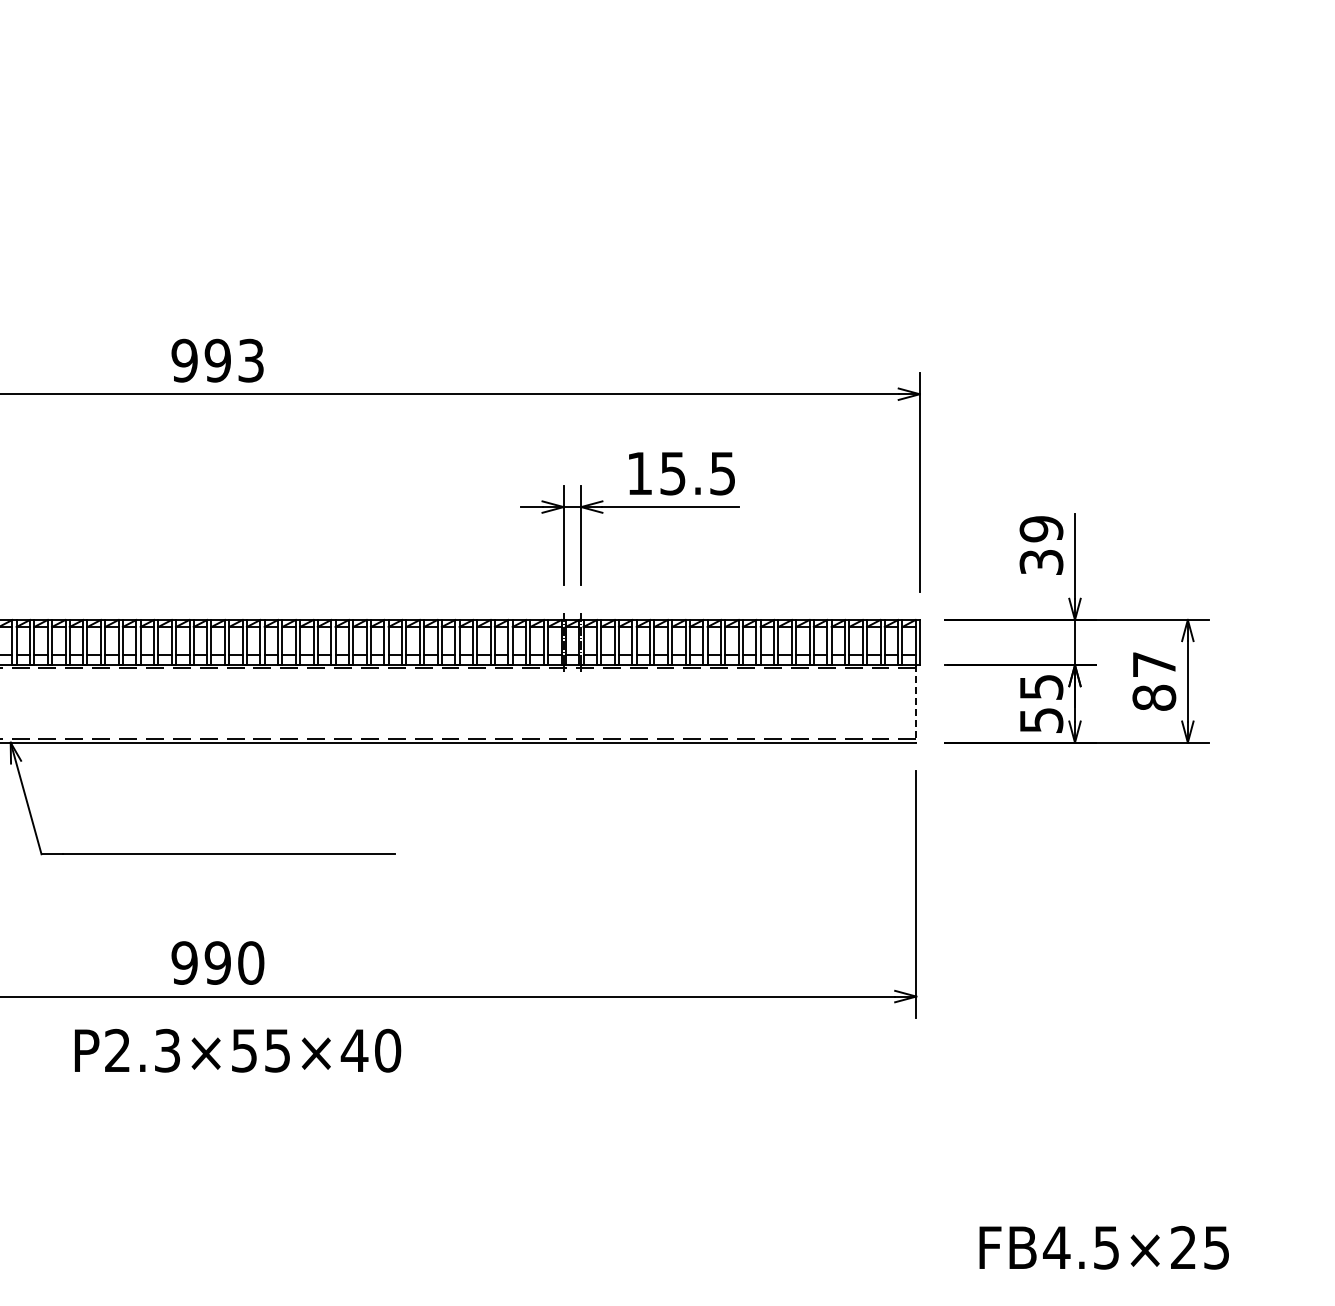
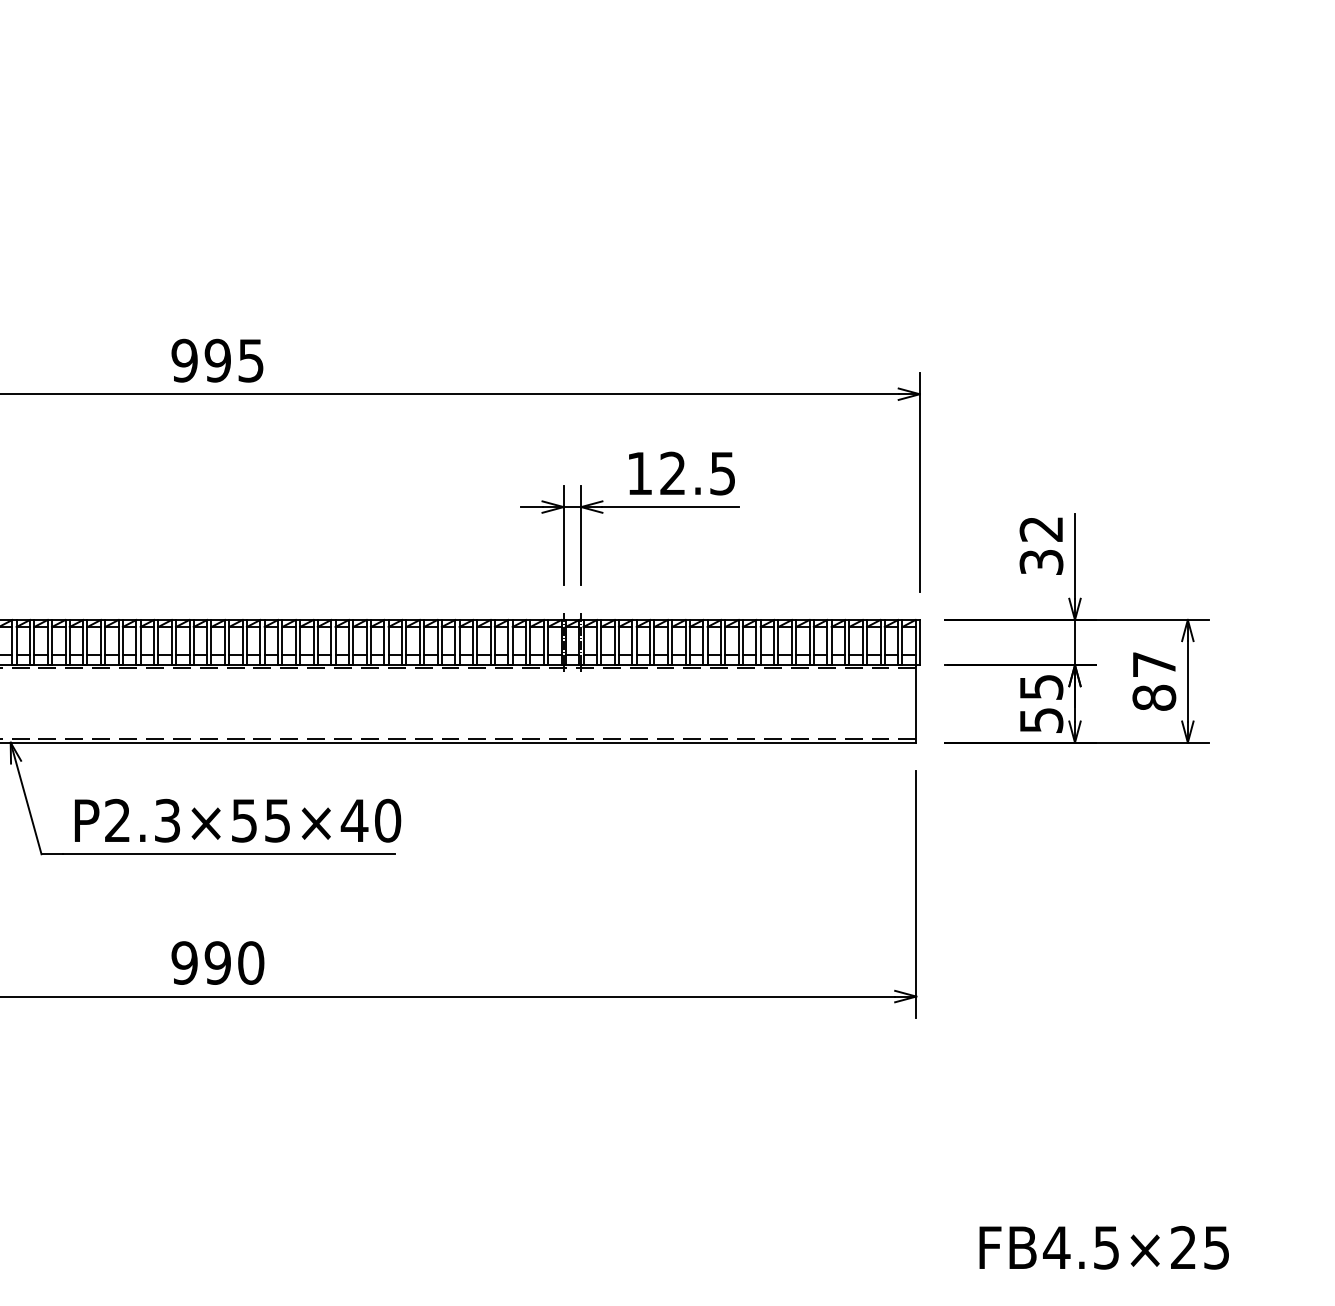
text at (251, 359): 993 -> 995
text at (672, 473): 15.5 -> 12.5
text at (1041, 529): 39 -> 32
line at (916, 703): dashed -> solid
text at (238, 1050) position: (238, 1050) -> (238, 820)
